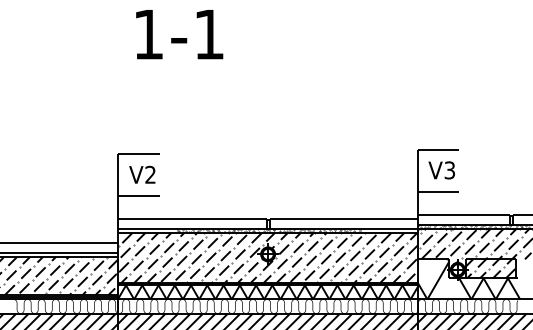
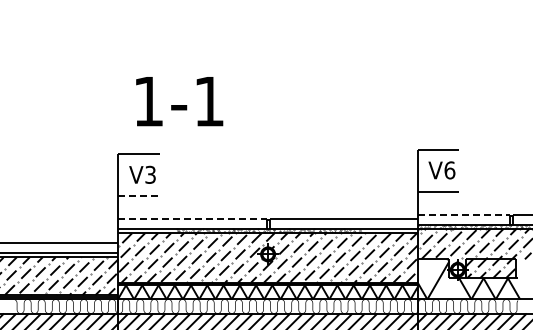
text at (179, 34) position: (179, 34) -> (179, 101)
text at (449, 170): V3 -> V6
text at (150, 174): V2 -> V3
line at (139, 196): solid -> dashed
line at (464, 214): solid -> dashed
line at (193, 219): solid -> dashed
